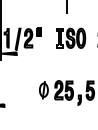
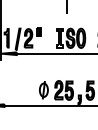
line at (55, 53): none -> present
line at (49, 105): none -> present
